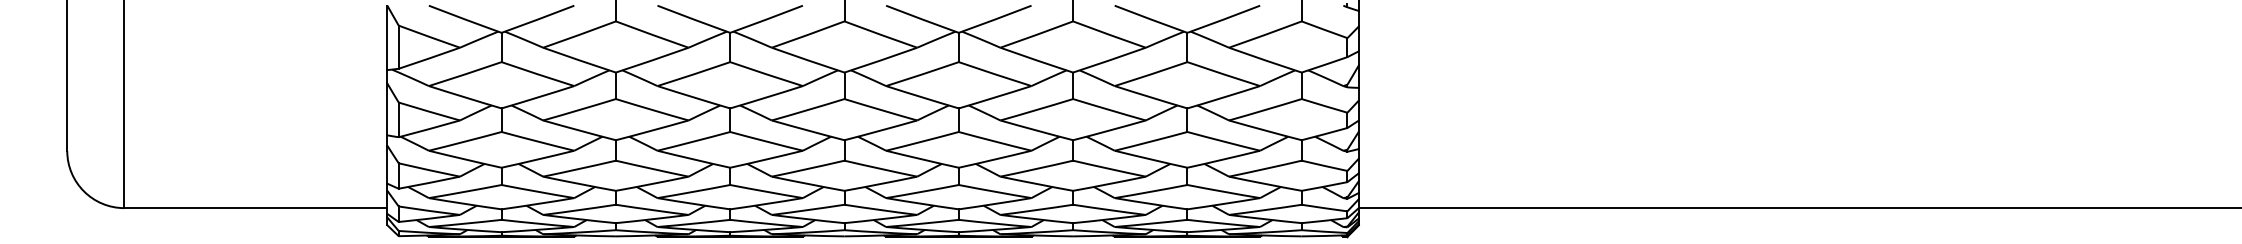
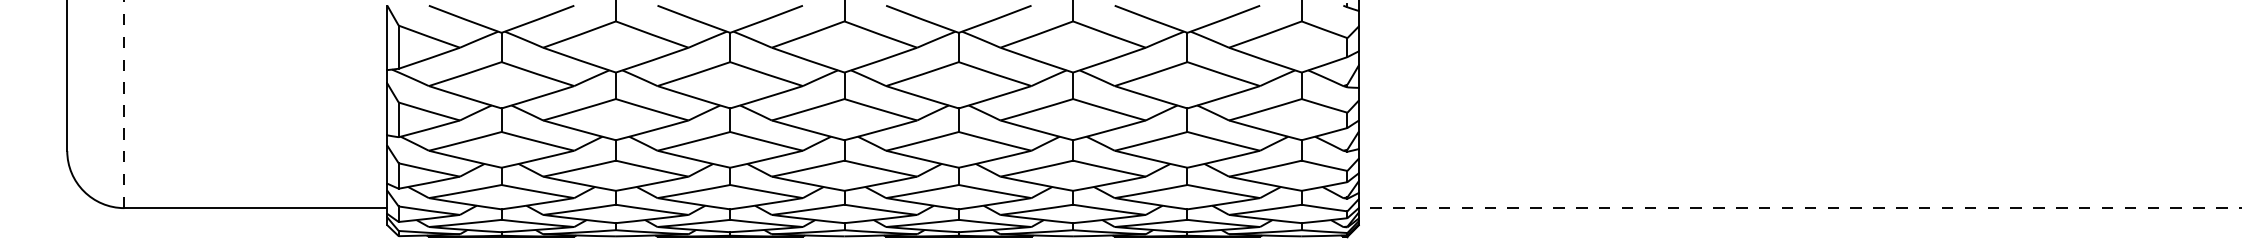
line at (124, 104): solid -> dashed
line at (1799, 208): solid -> dashed
